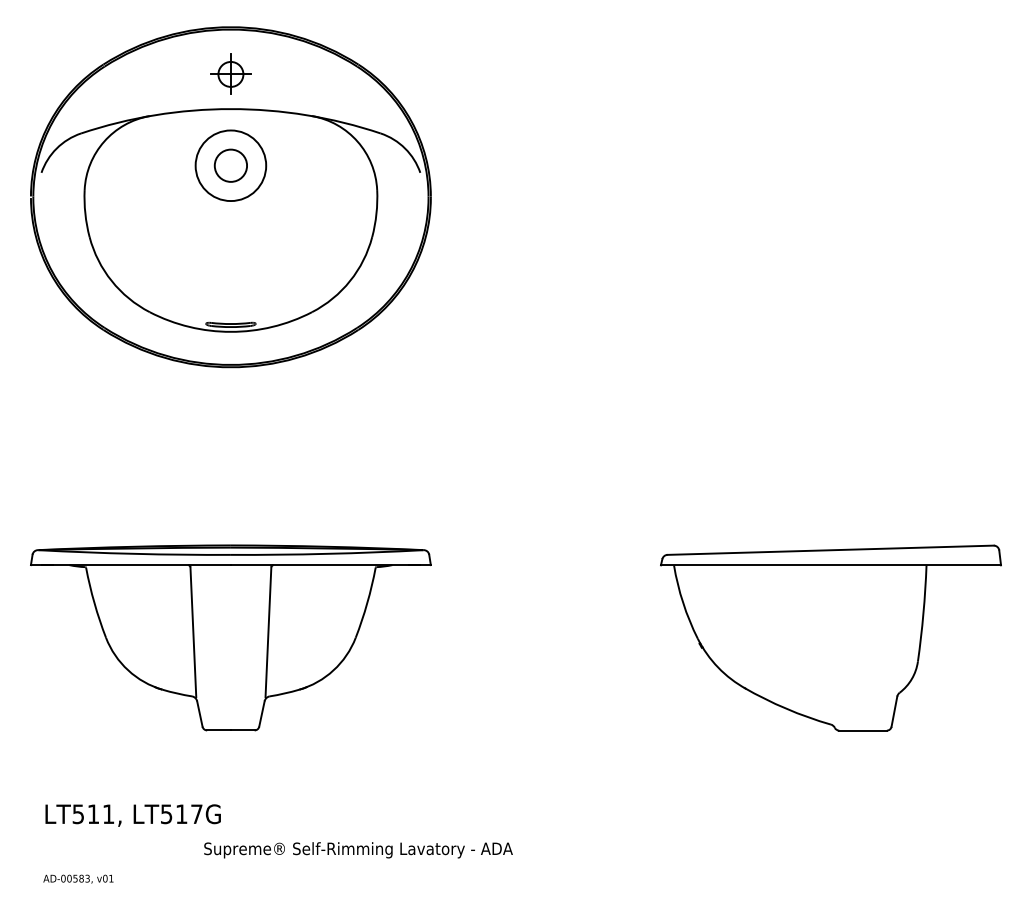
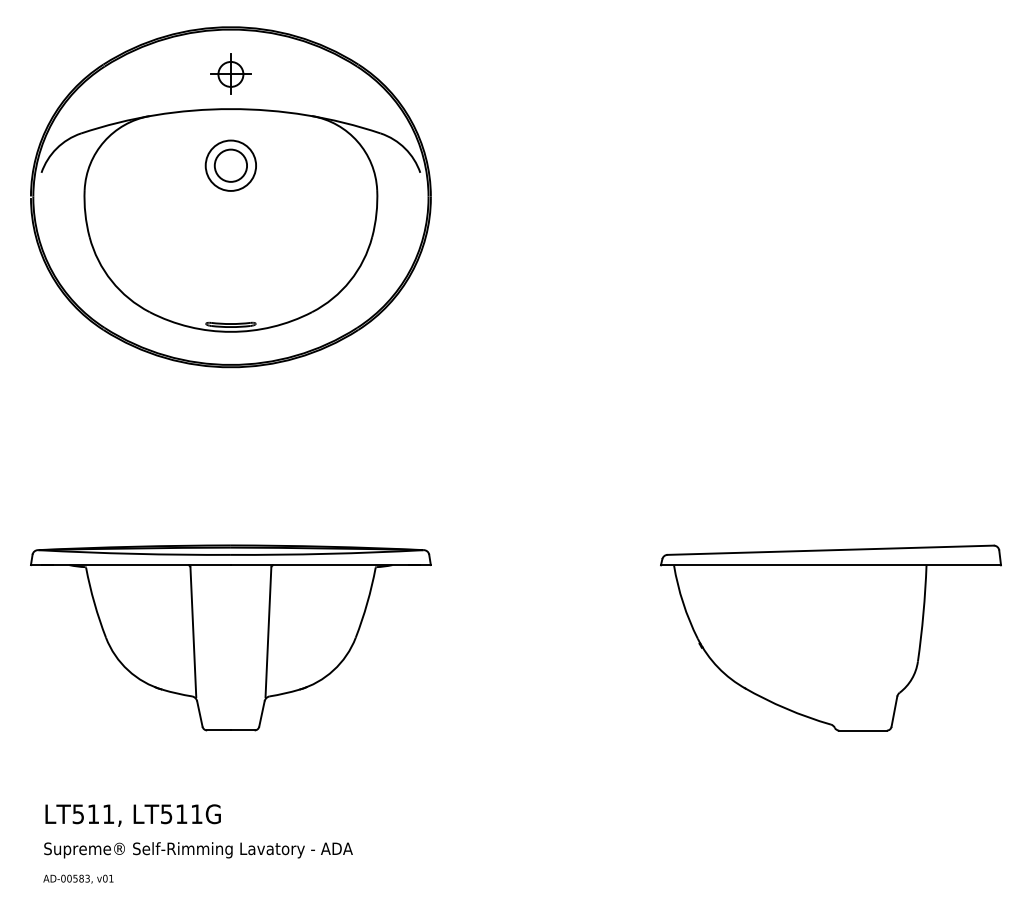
circle at (230, 165) diameter: 71 px -> 50 px
text at (196, 813): LT517G -> LT511G
text at (358, 850) position: (358, 850) -> (198, 850)
